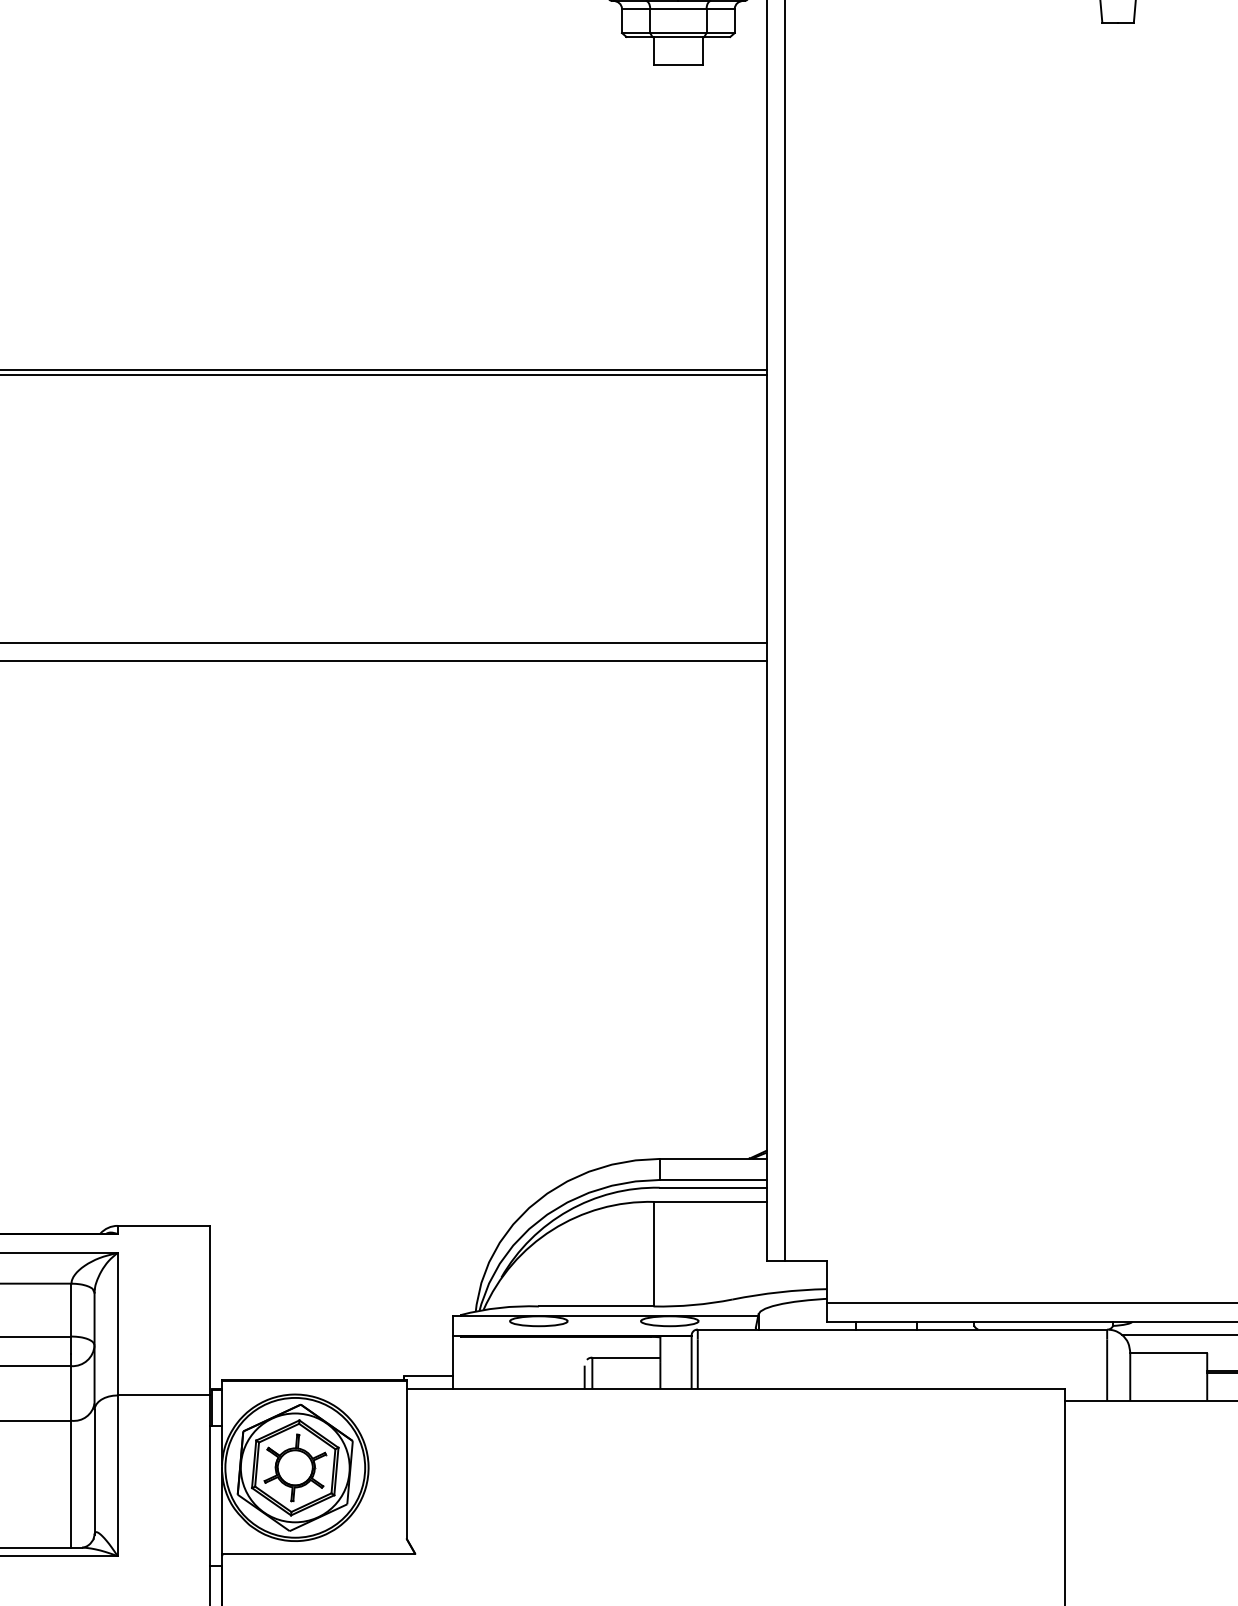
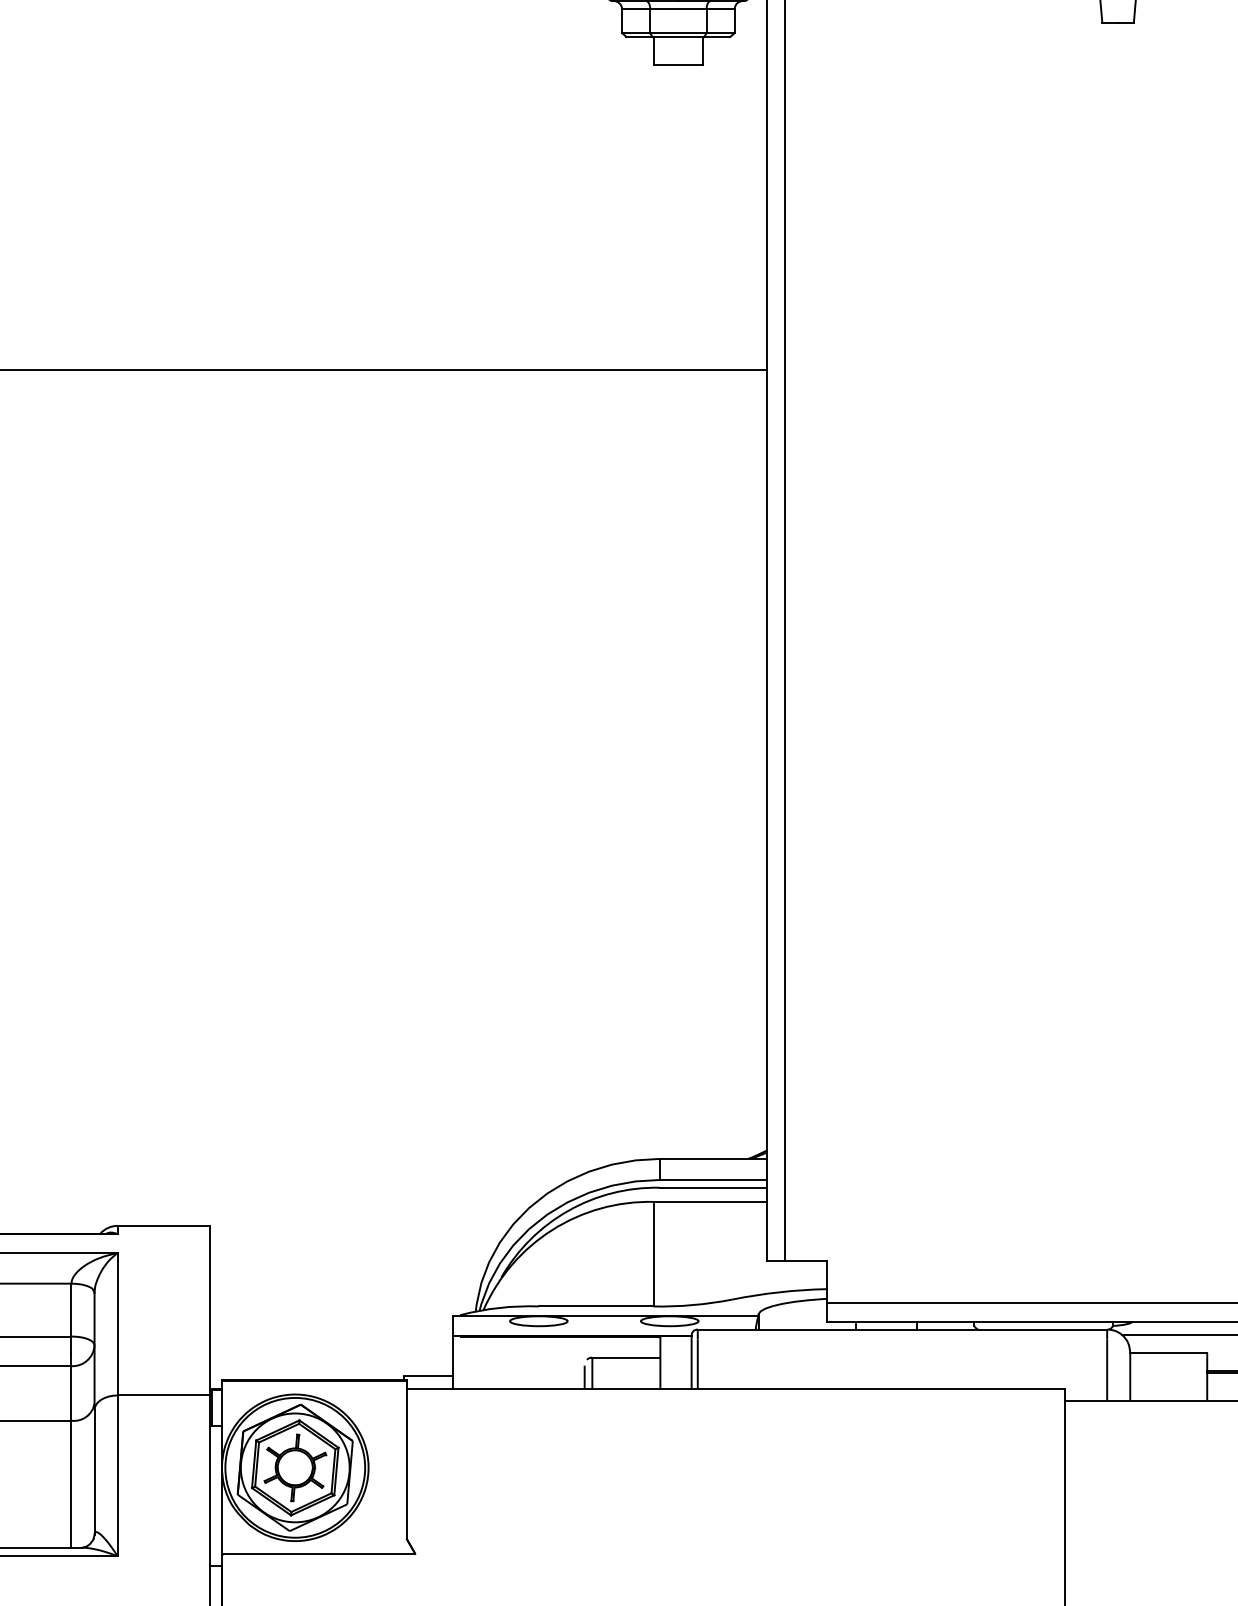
line at (384, 374): present -> none
line at (384, 642): present -> none
line at (384, 660): present -> none
